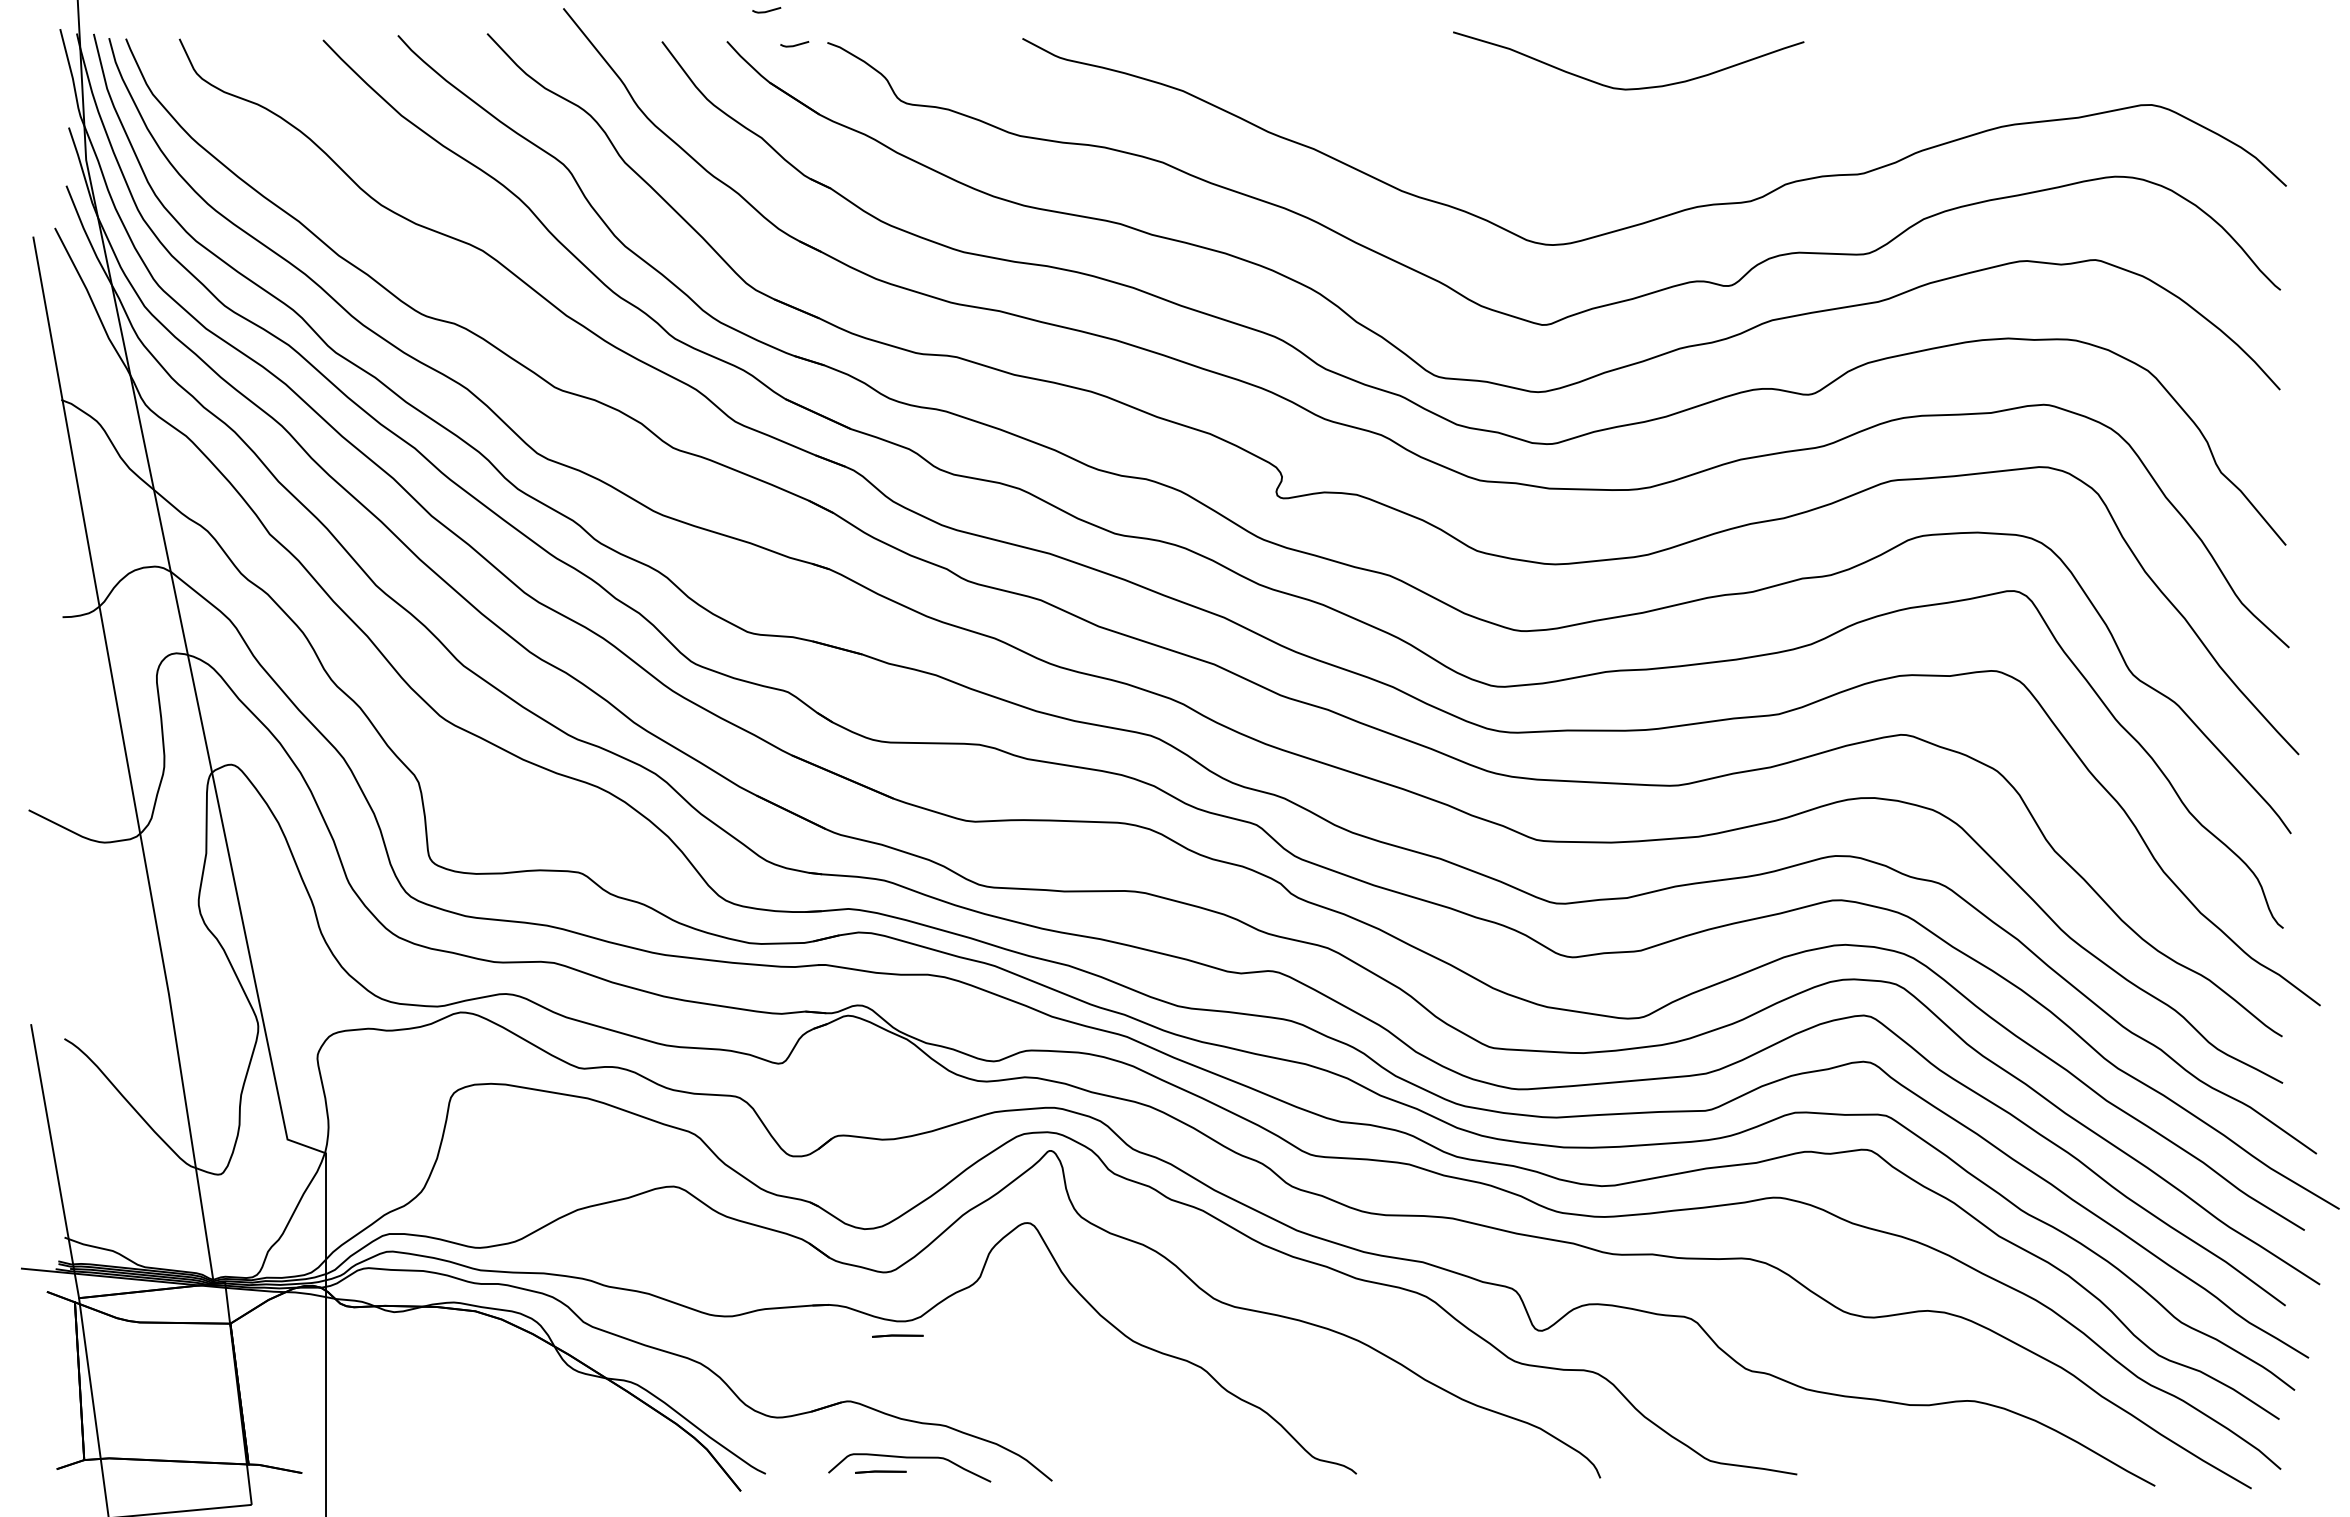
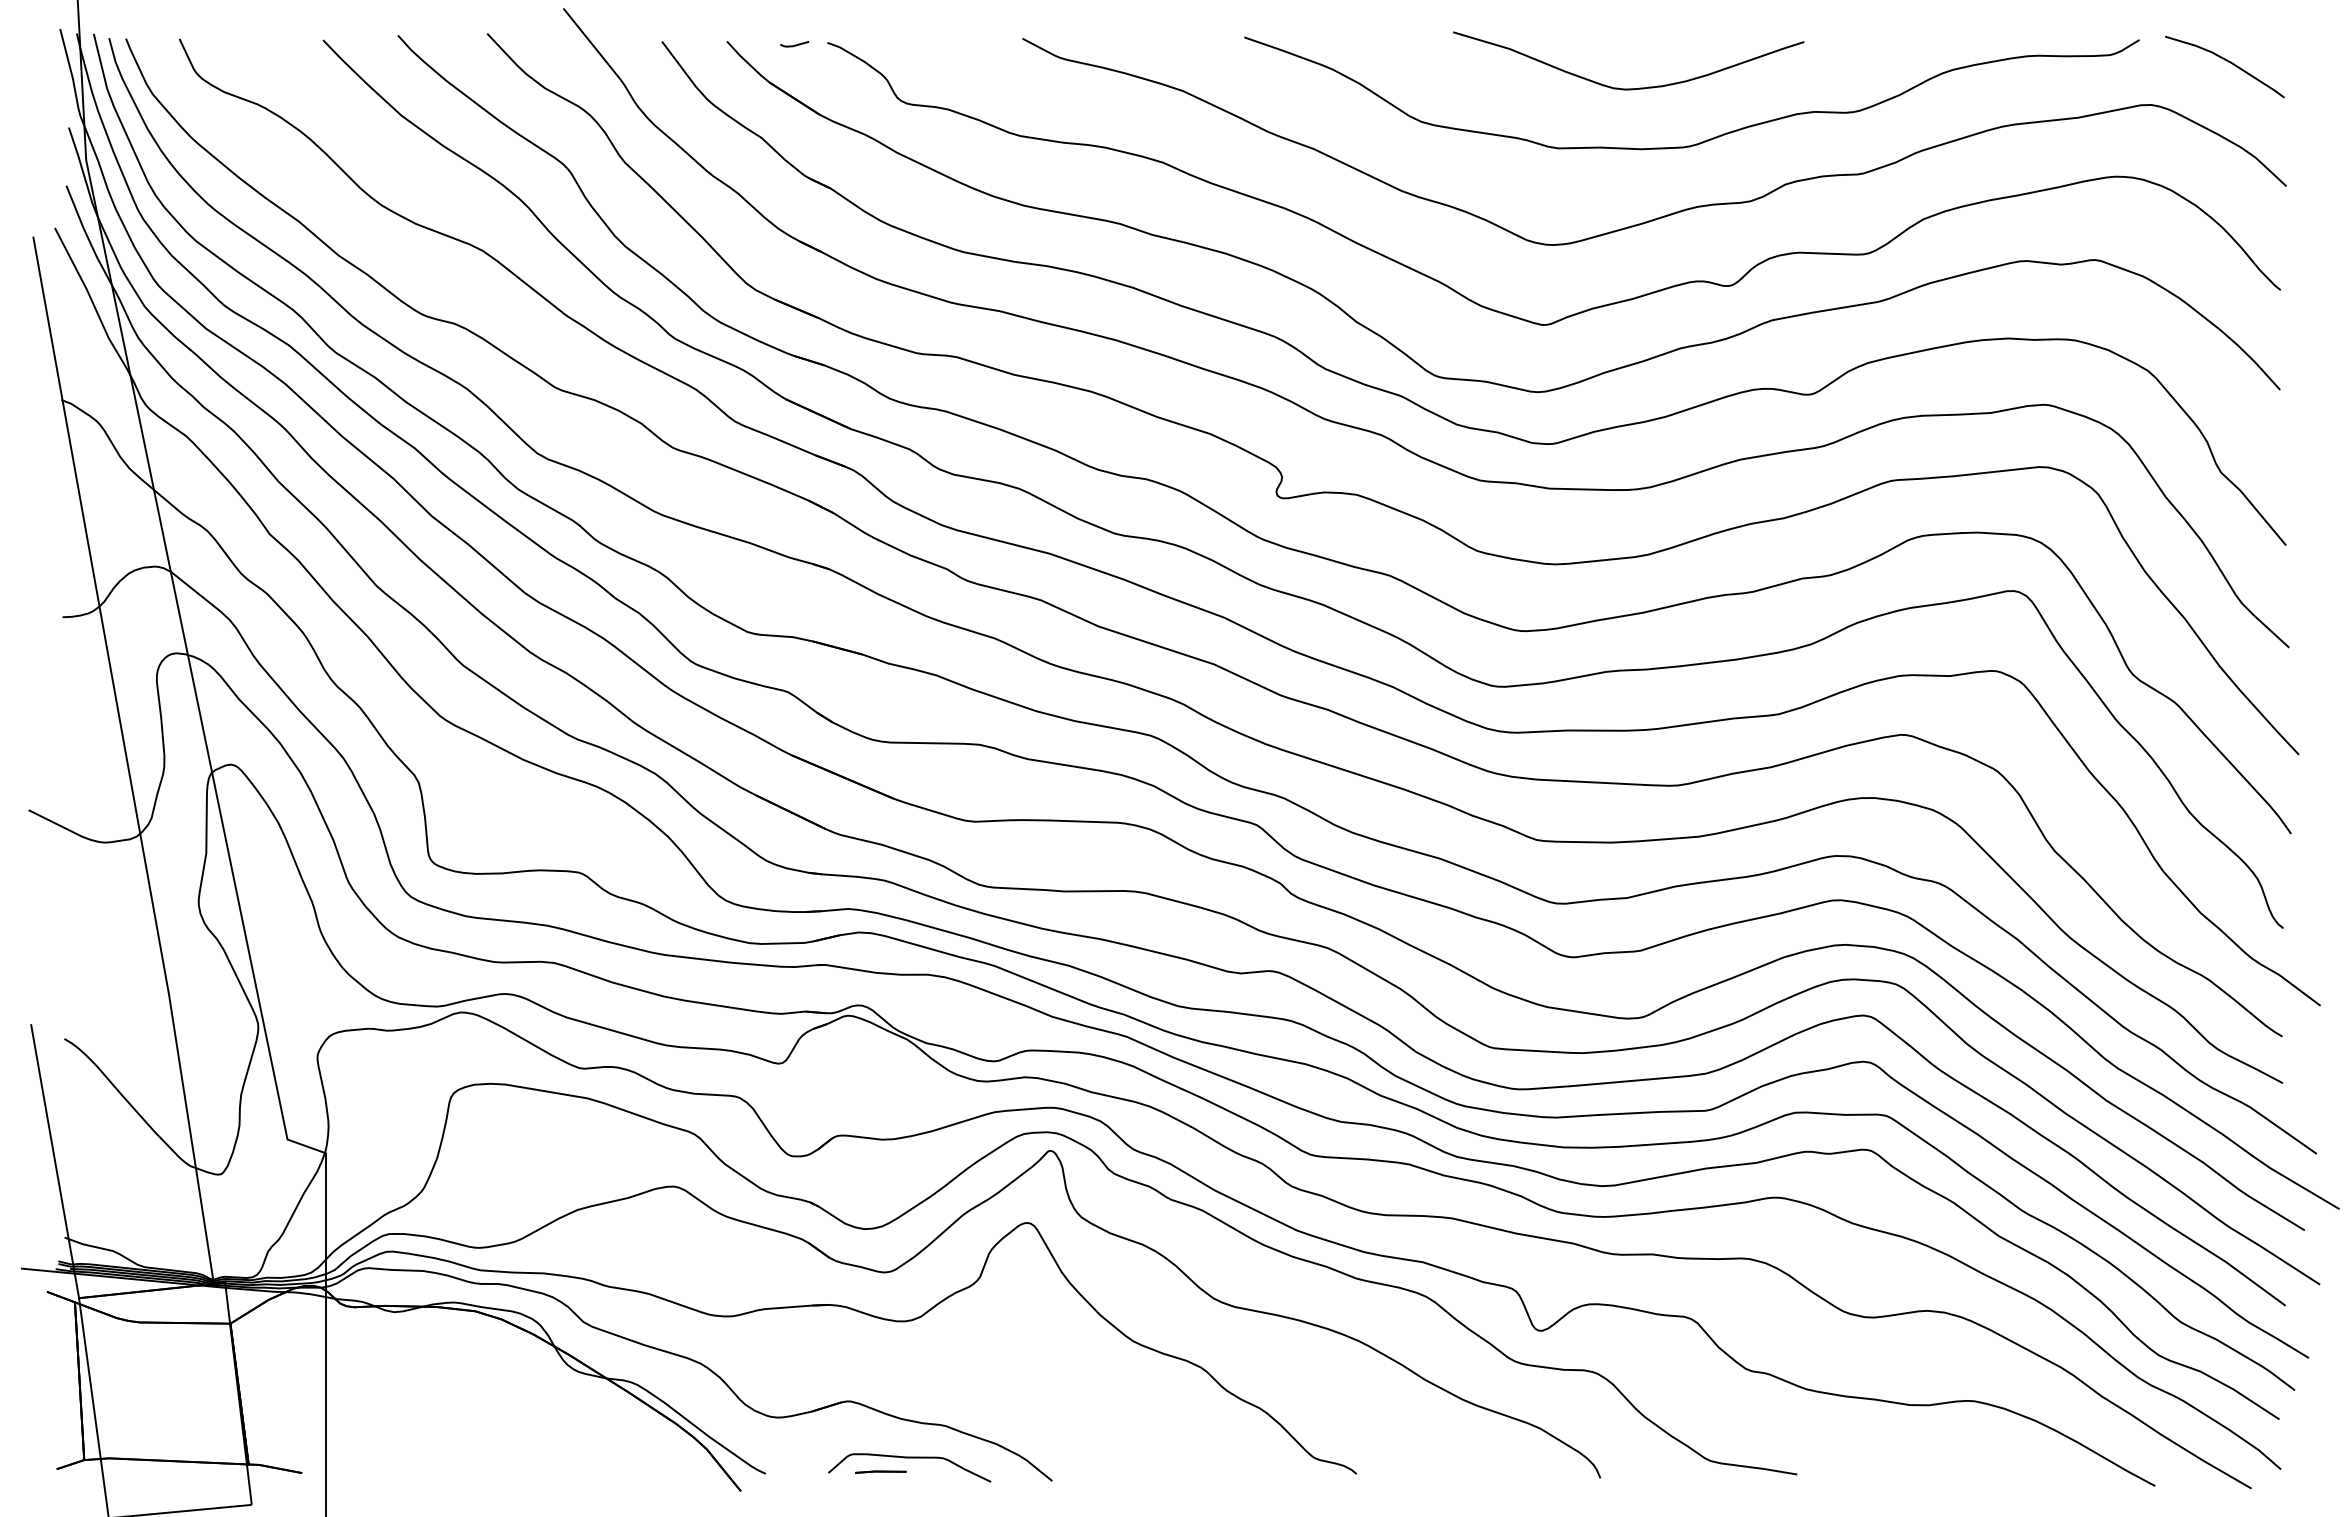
line at (766, 10): present -> none
curve at (2226, 61): none -> present
curve at (1707, 139): none -> present
line at (897, 1335): present -> none
